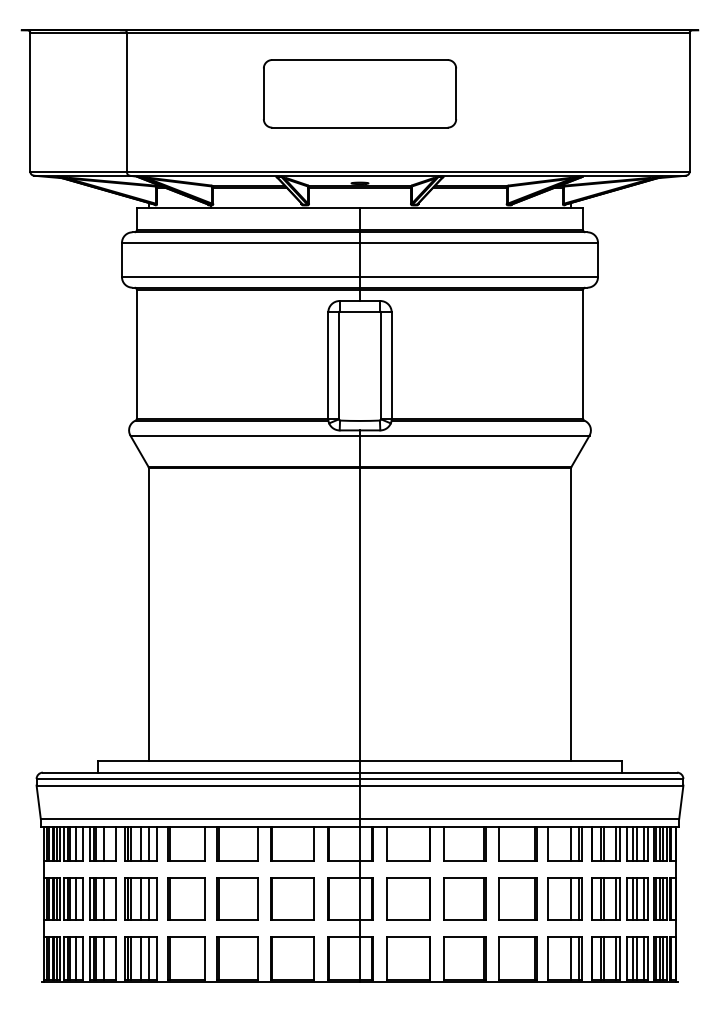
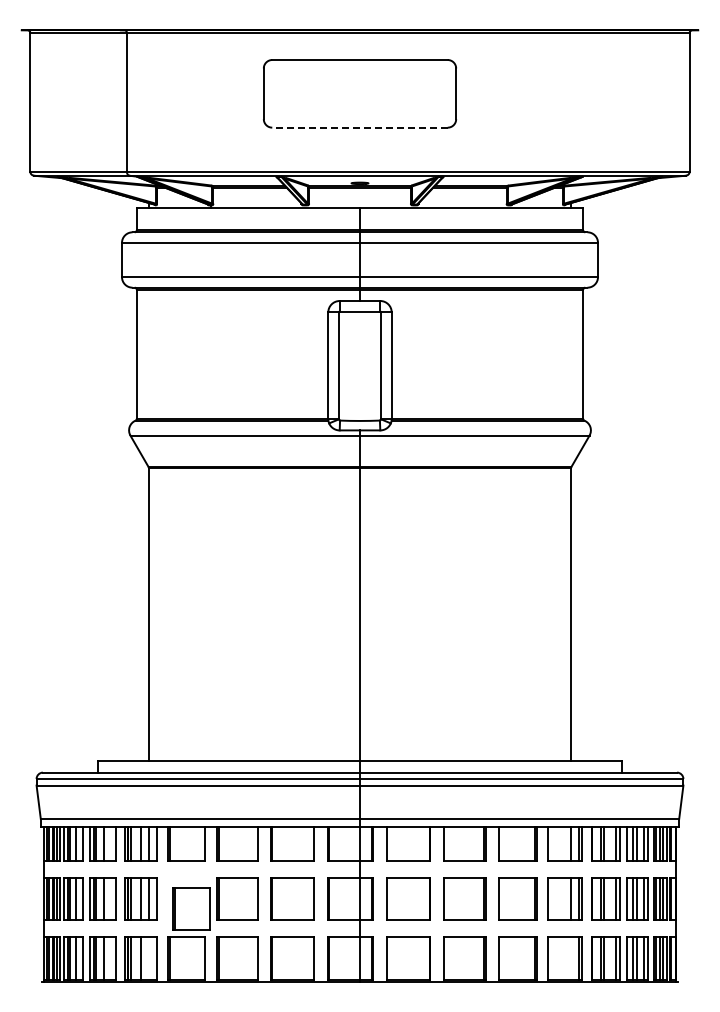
line at (360, 127): solid -> dashed
part at (186, 898) position: (186, 898) -> (191, 908)
line at (148, 958): present -> none
line at (571, 958): present -> none
